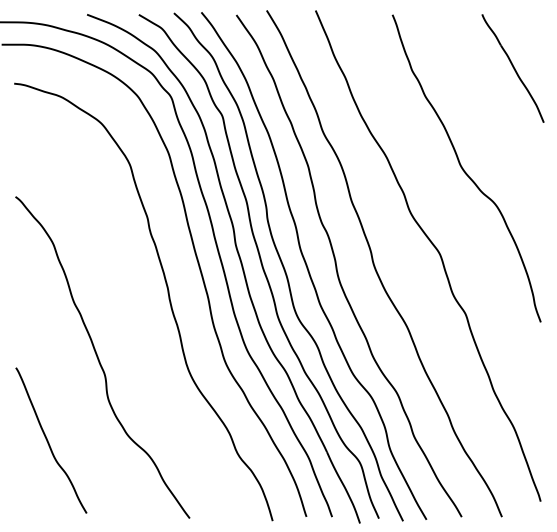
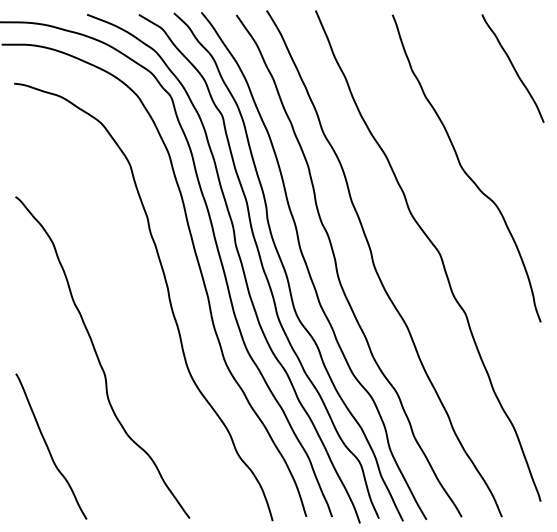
curve at (49, 442) position: (49, 442) -> (49, 448)
